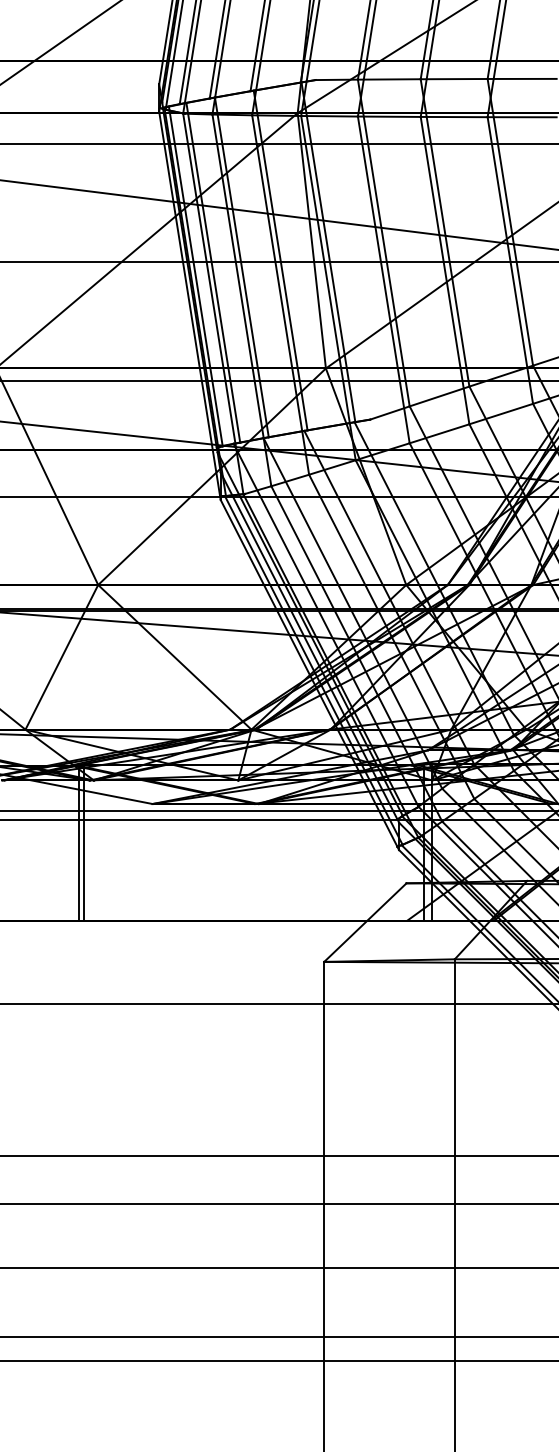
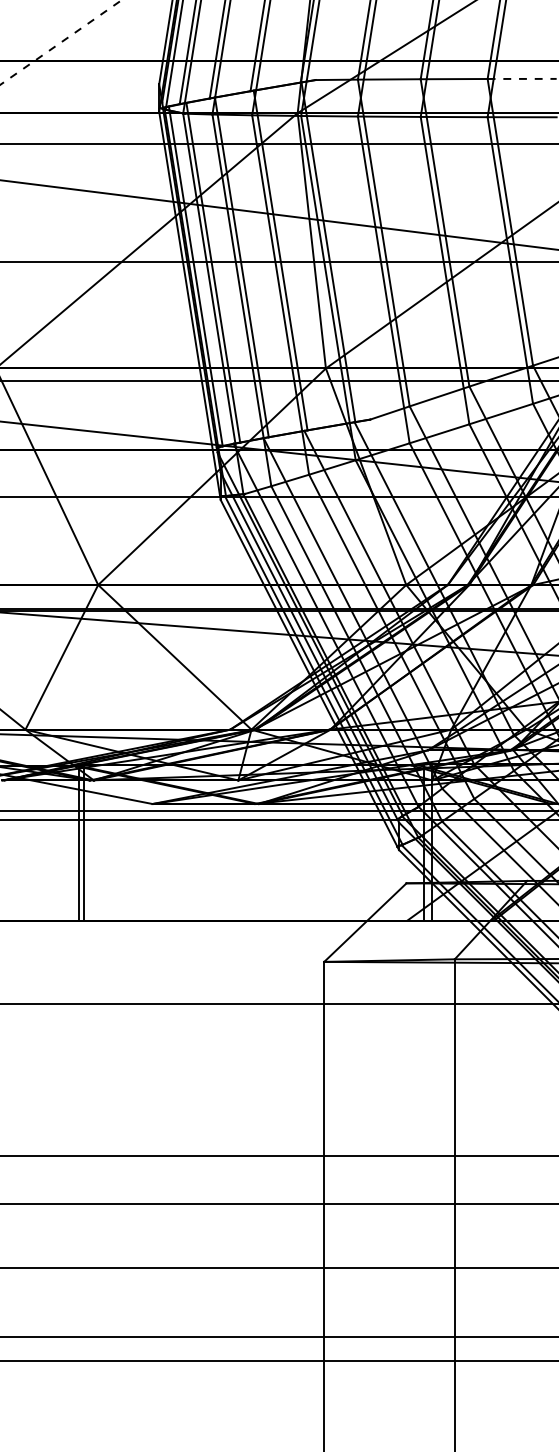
line at (60, 42): solid -> dashed
line at (522, 78): solid -> dashed
